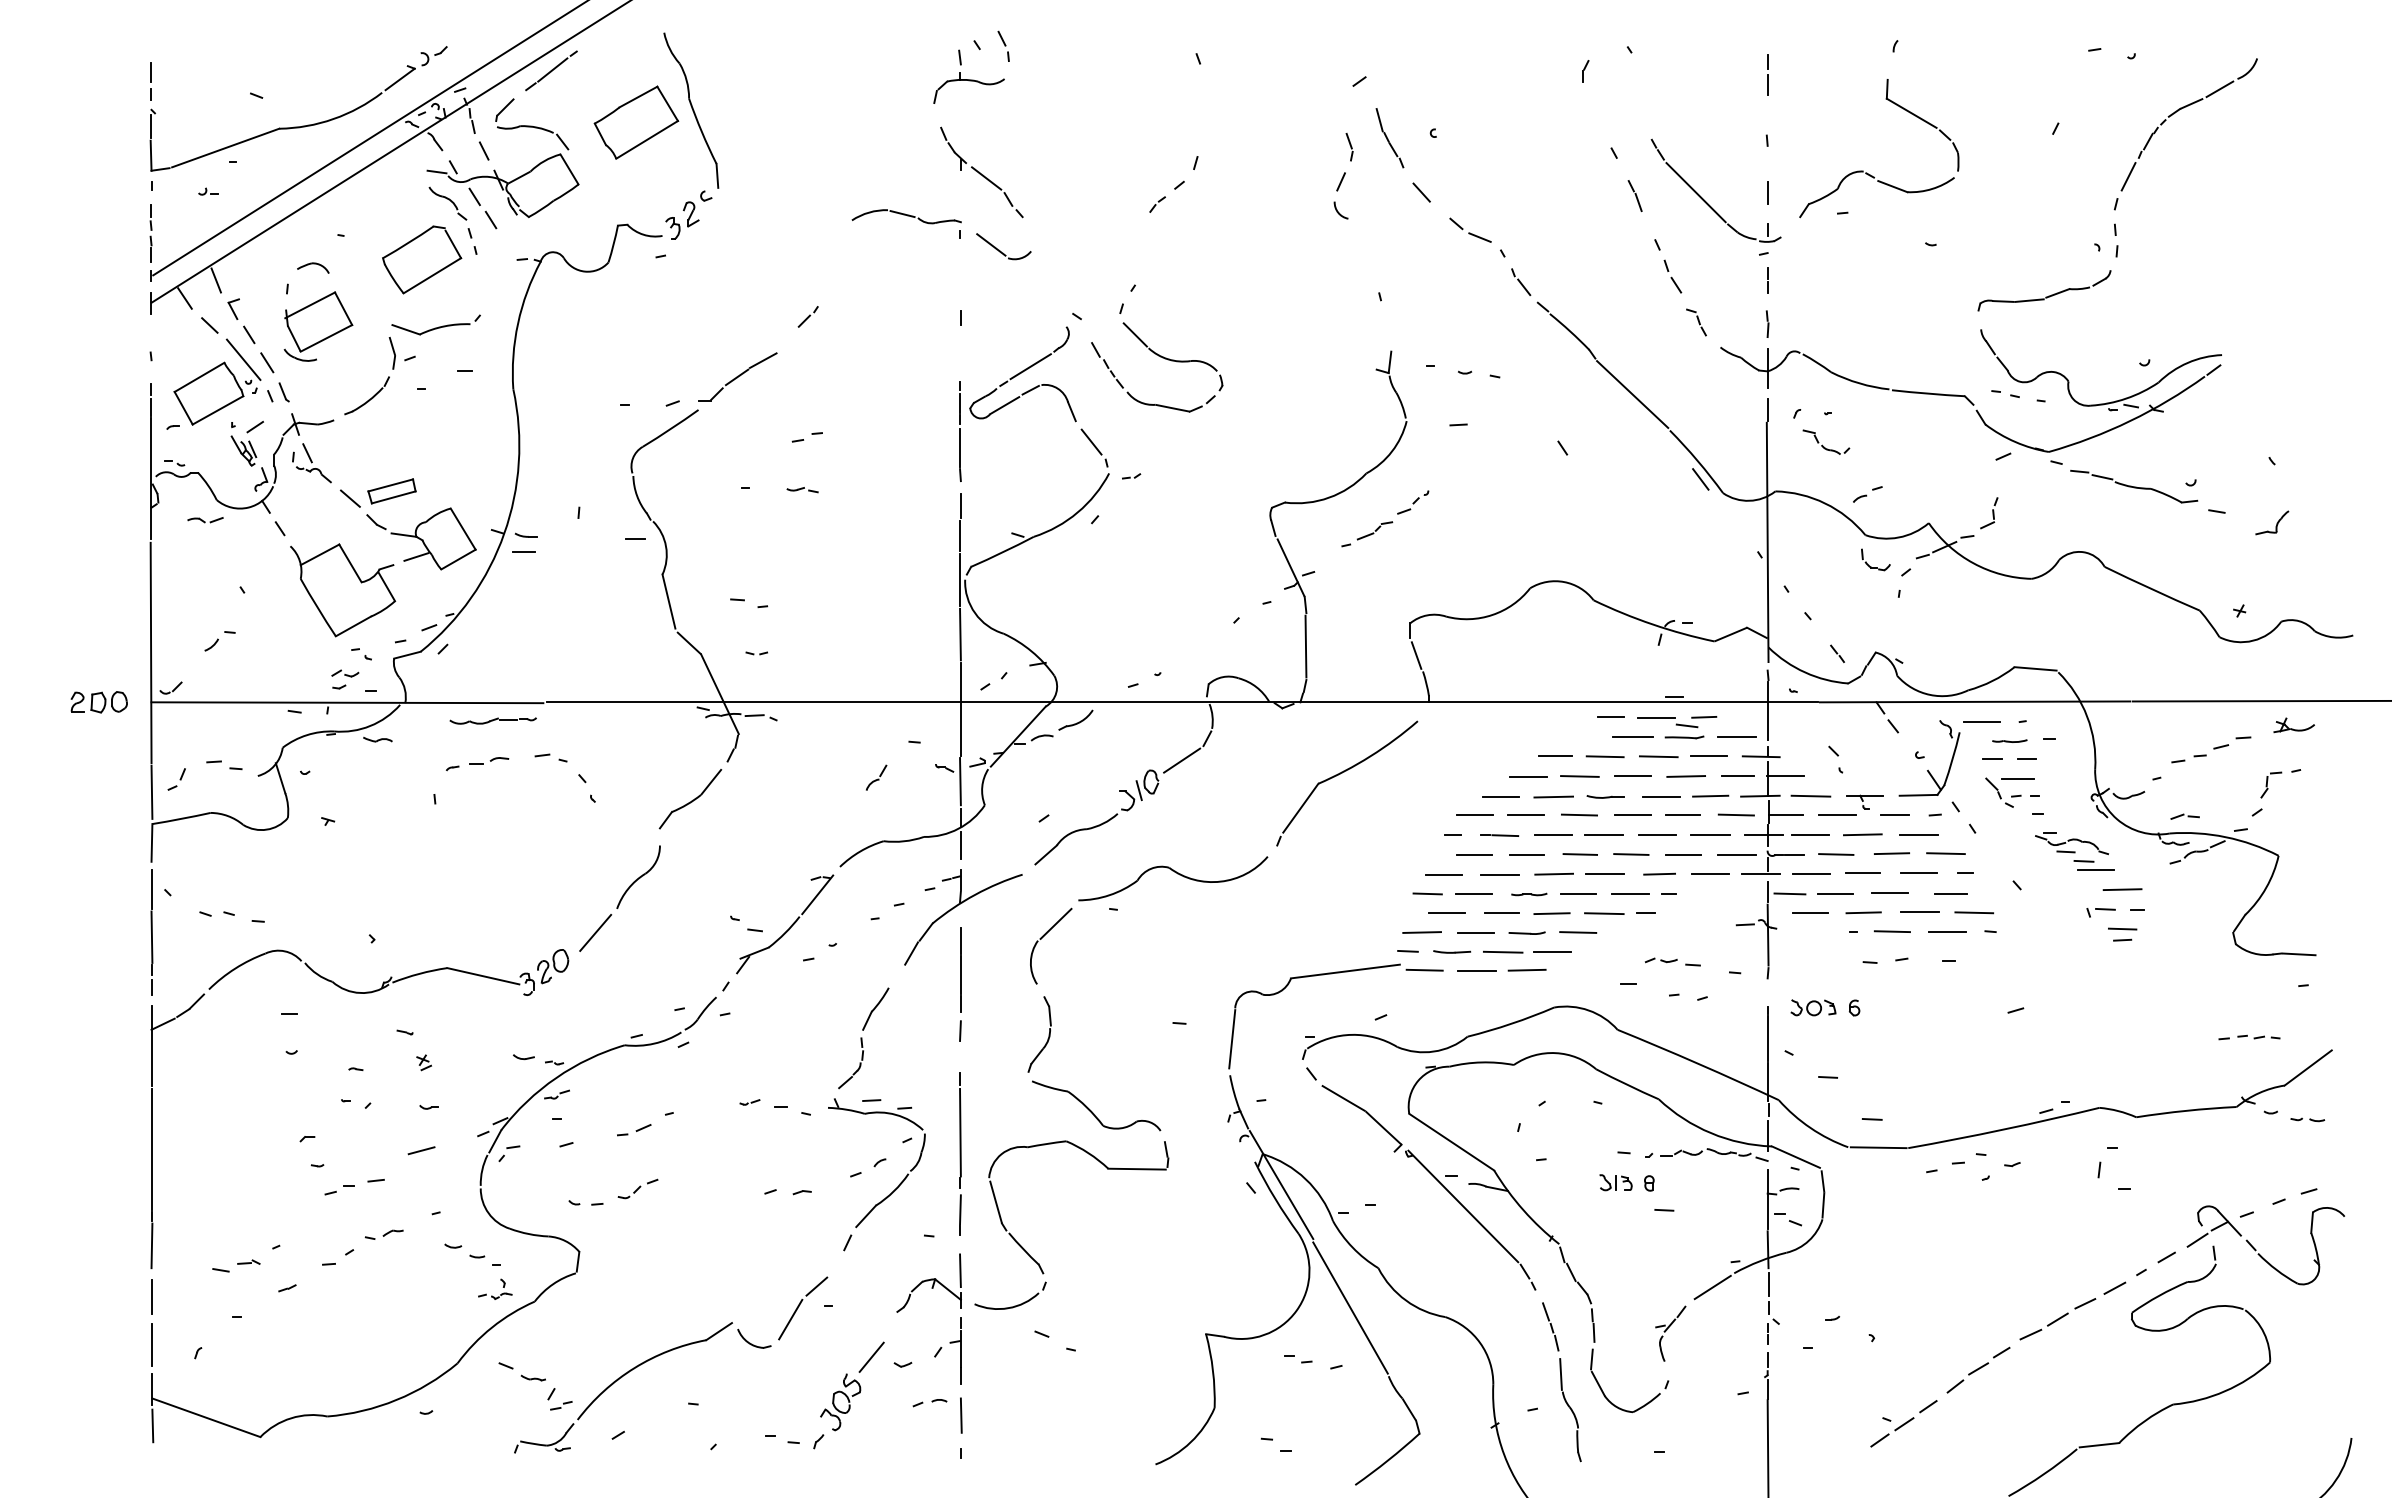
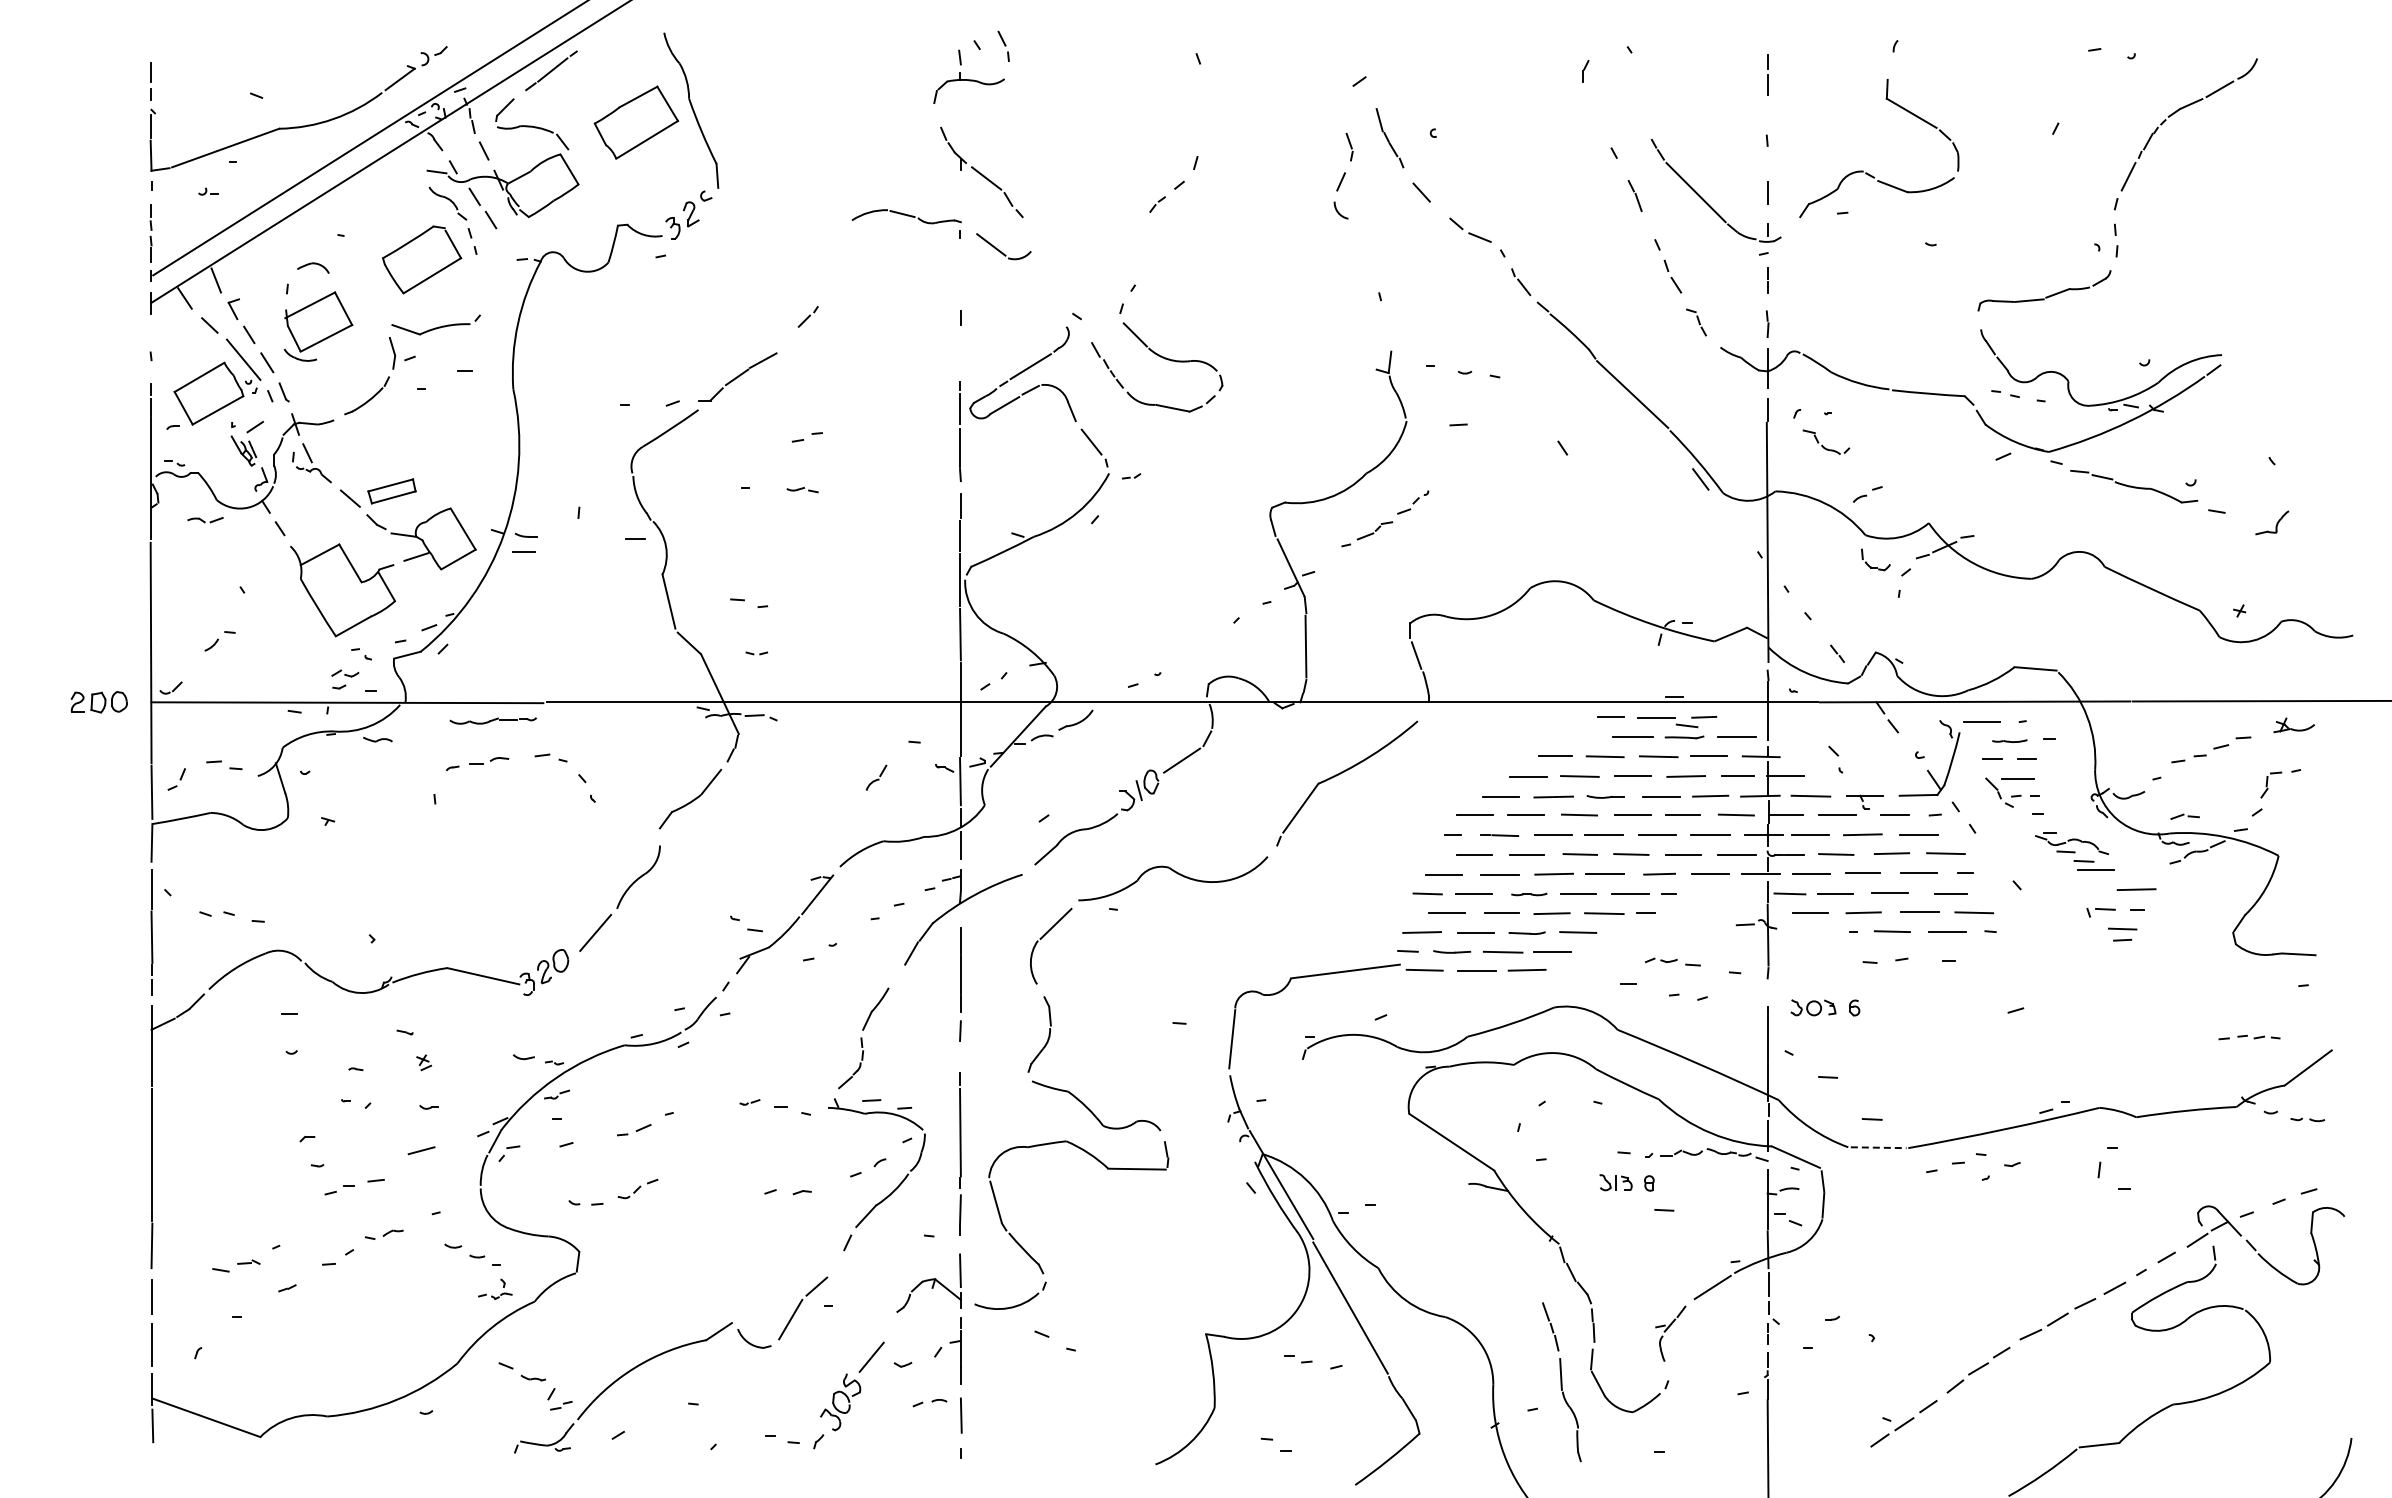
part at (1989, 513): present -> none
line at (2122, 889) position: (2122, 889) -> (2136, 889)
line at (1878, 1147): solid -> dashed
part at (1427, 1171): present -> none
